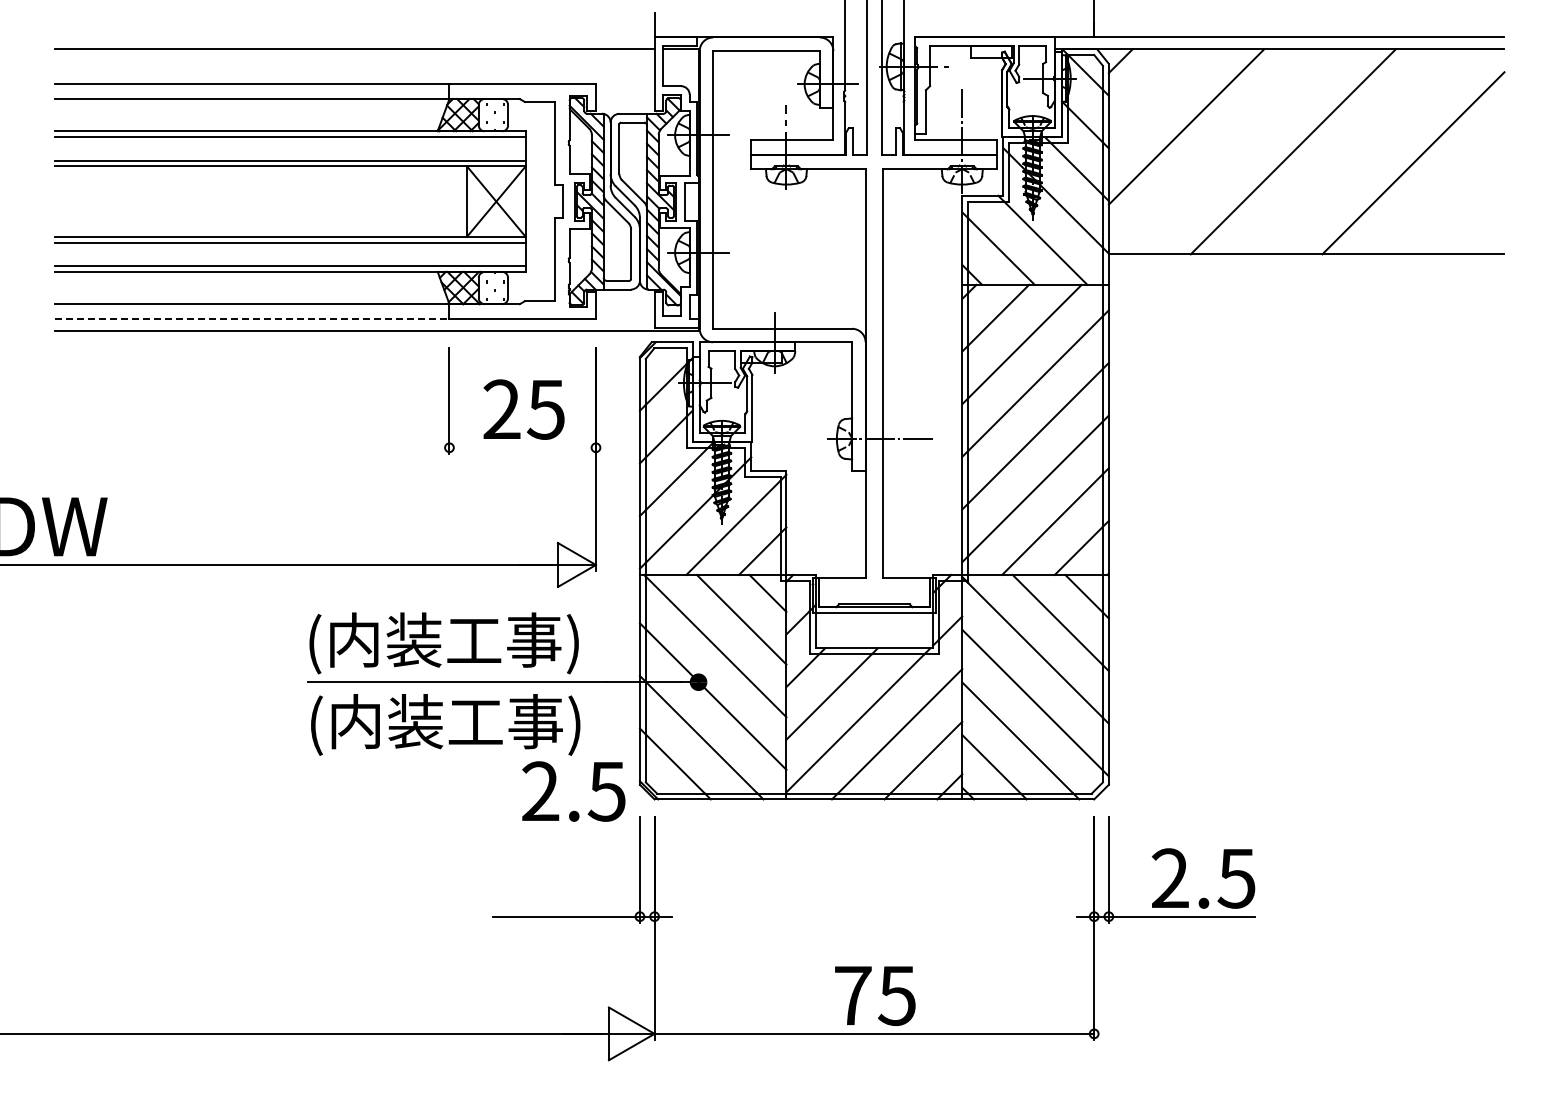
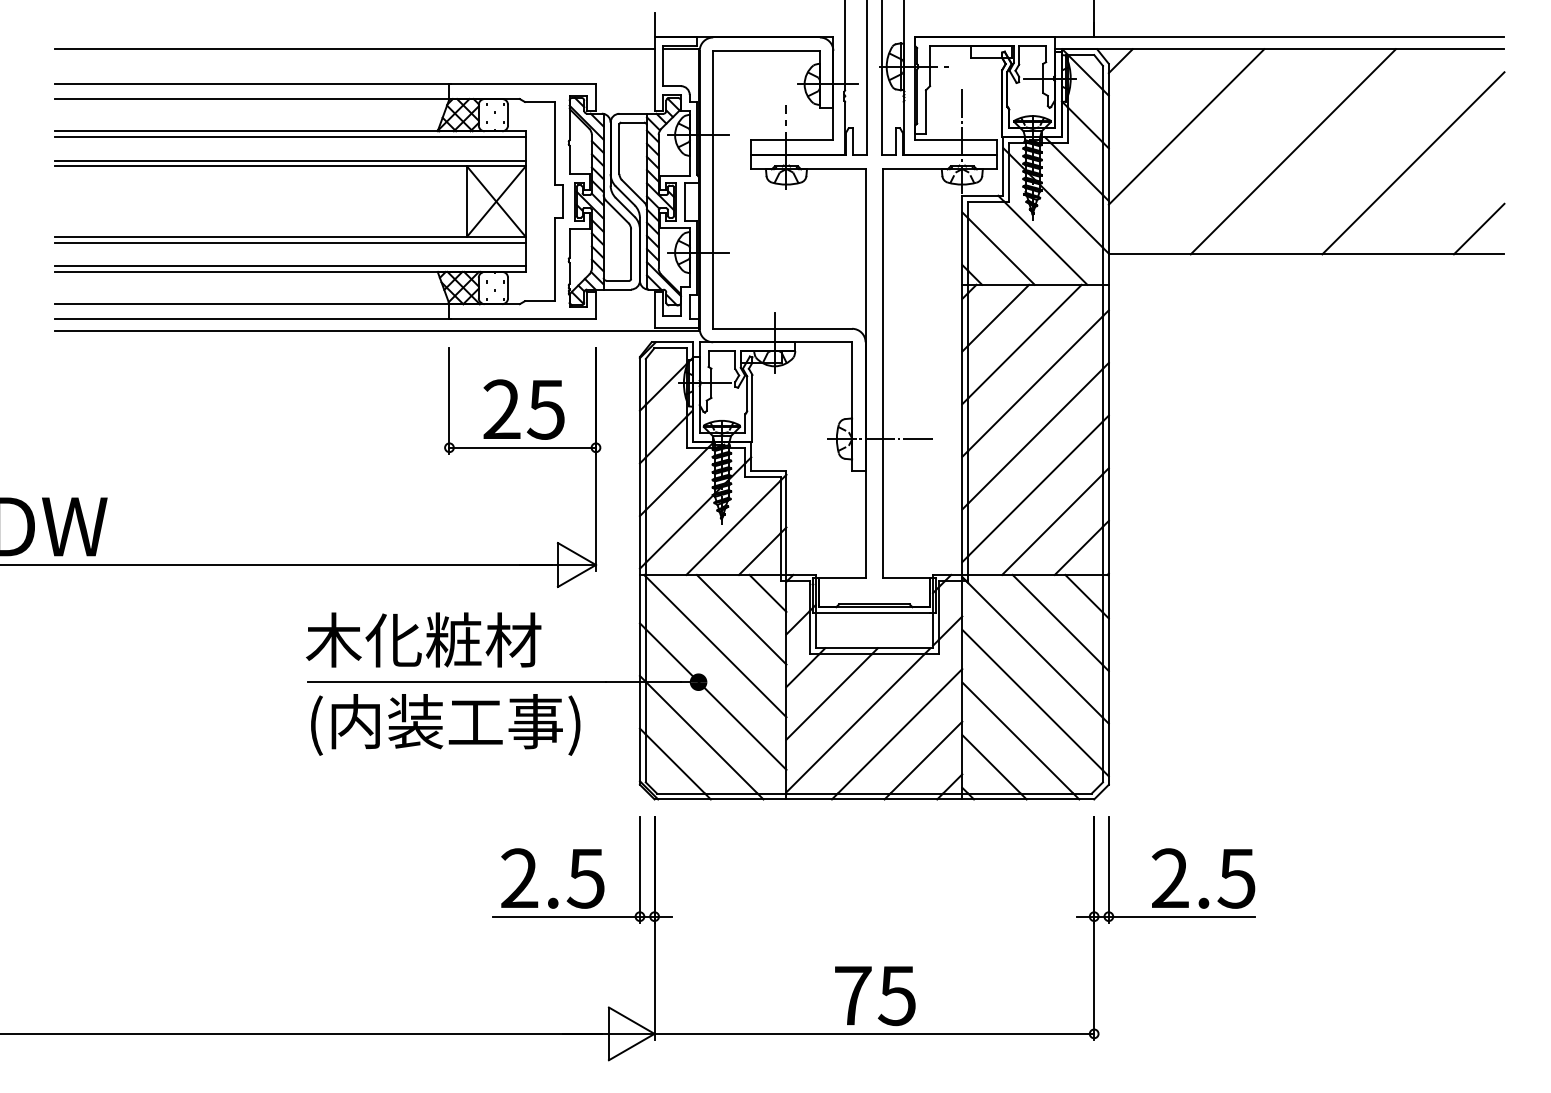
line at (1478, 228): none -> present
line at (253, 318): dashed -> solid
line at (522, 447): none -> present
text at (442, 643): (内装工事) -> 木化粧材
text at (573, 791) position: (573, 791) -> (552, 878)
